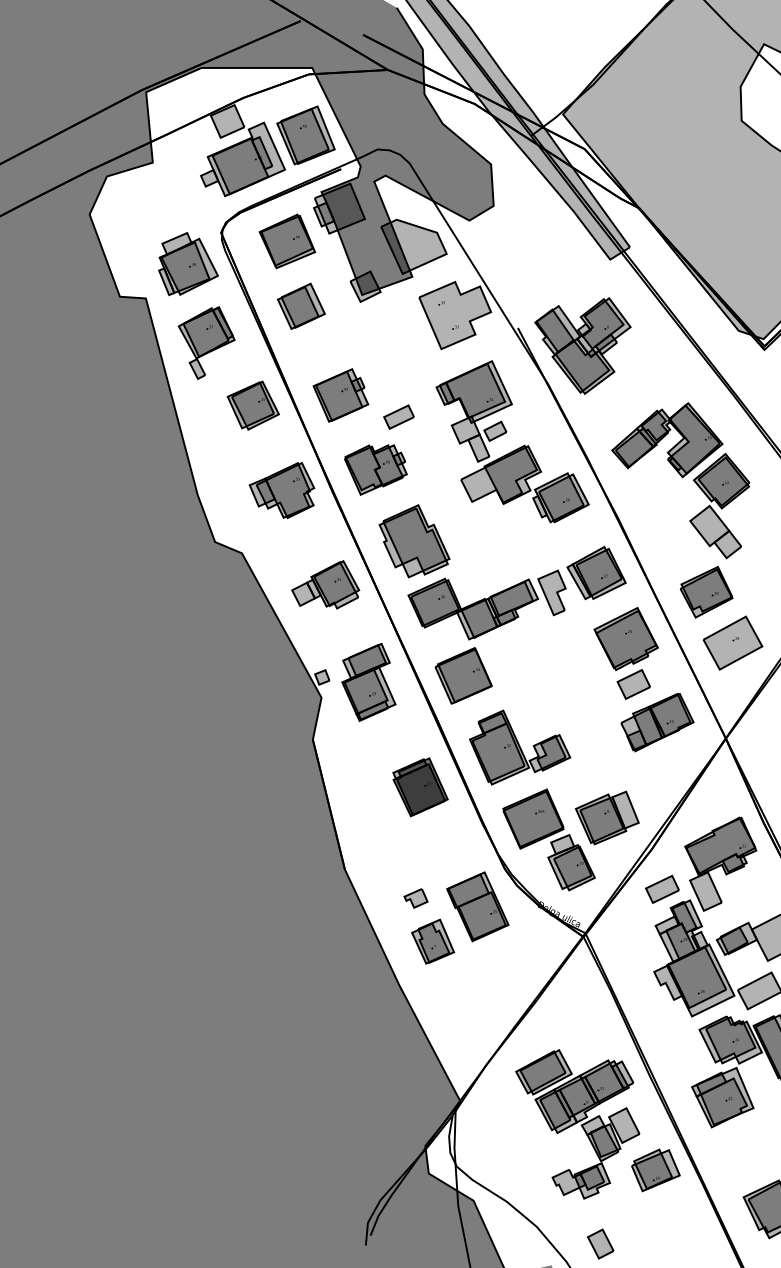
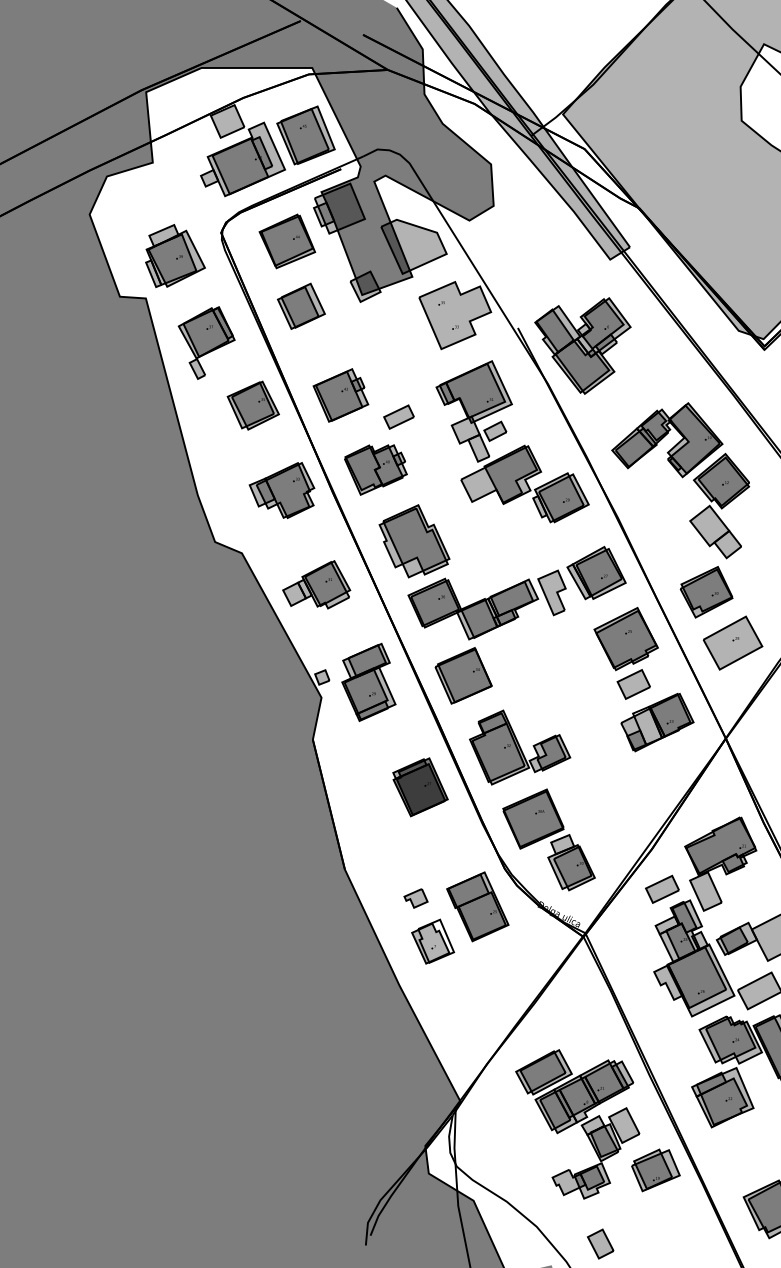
part at (188, 263) position: (188, 263) -> (175, 255)
part at (325, 584) position: (325, 584) -> (316, 584)
fill at (647, 725): present -> none
part at (606, 817): present -> none
fill at (436, 940): present -> none
